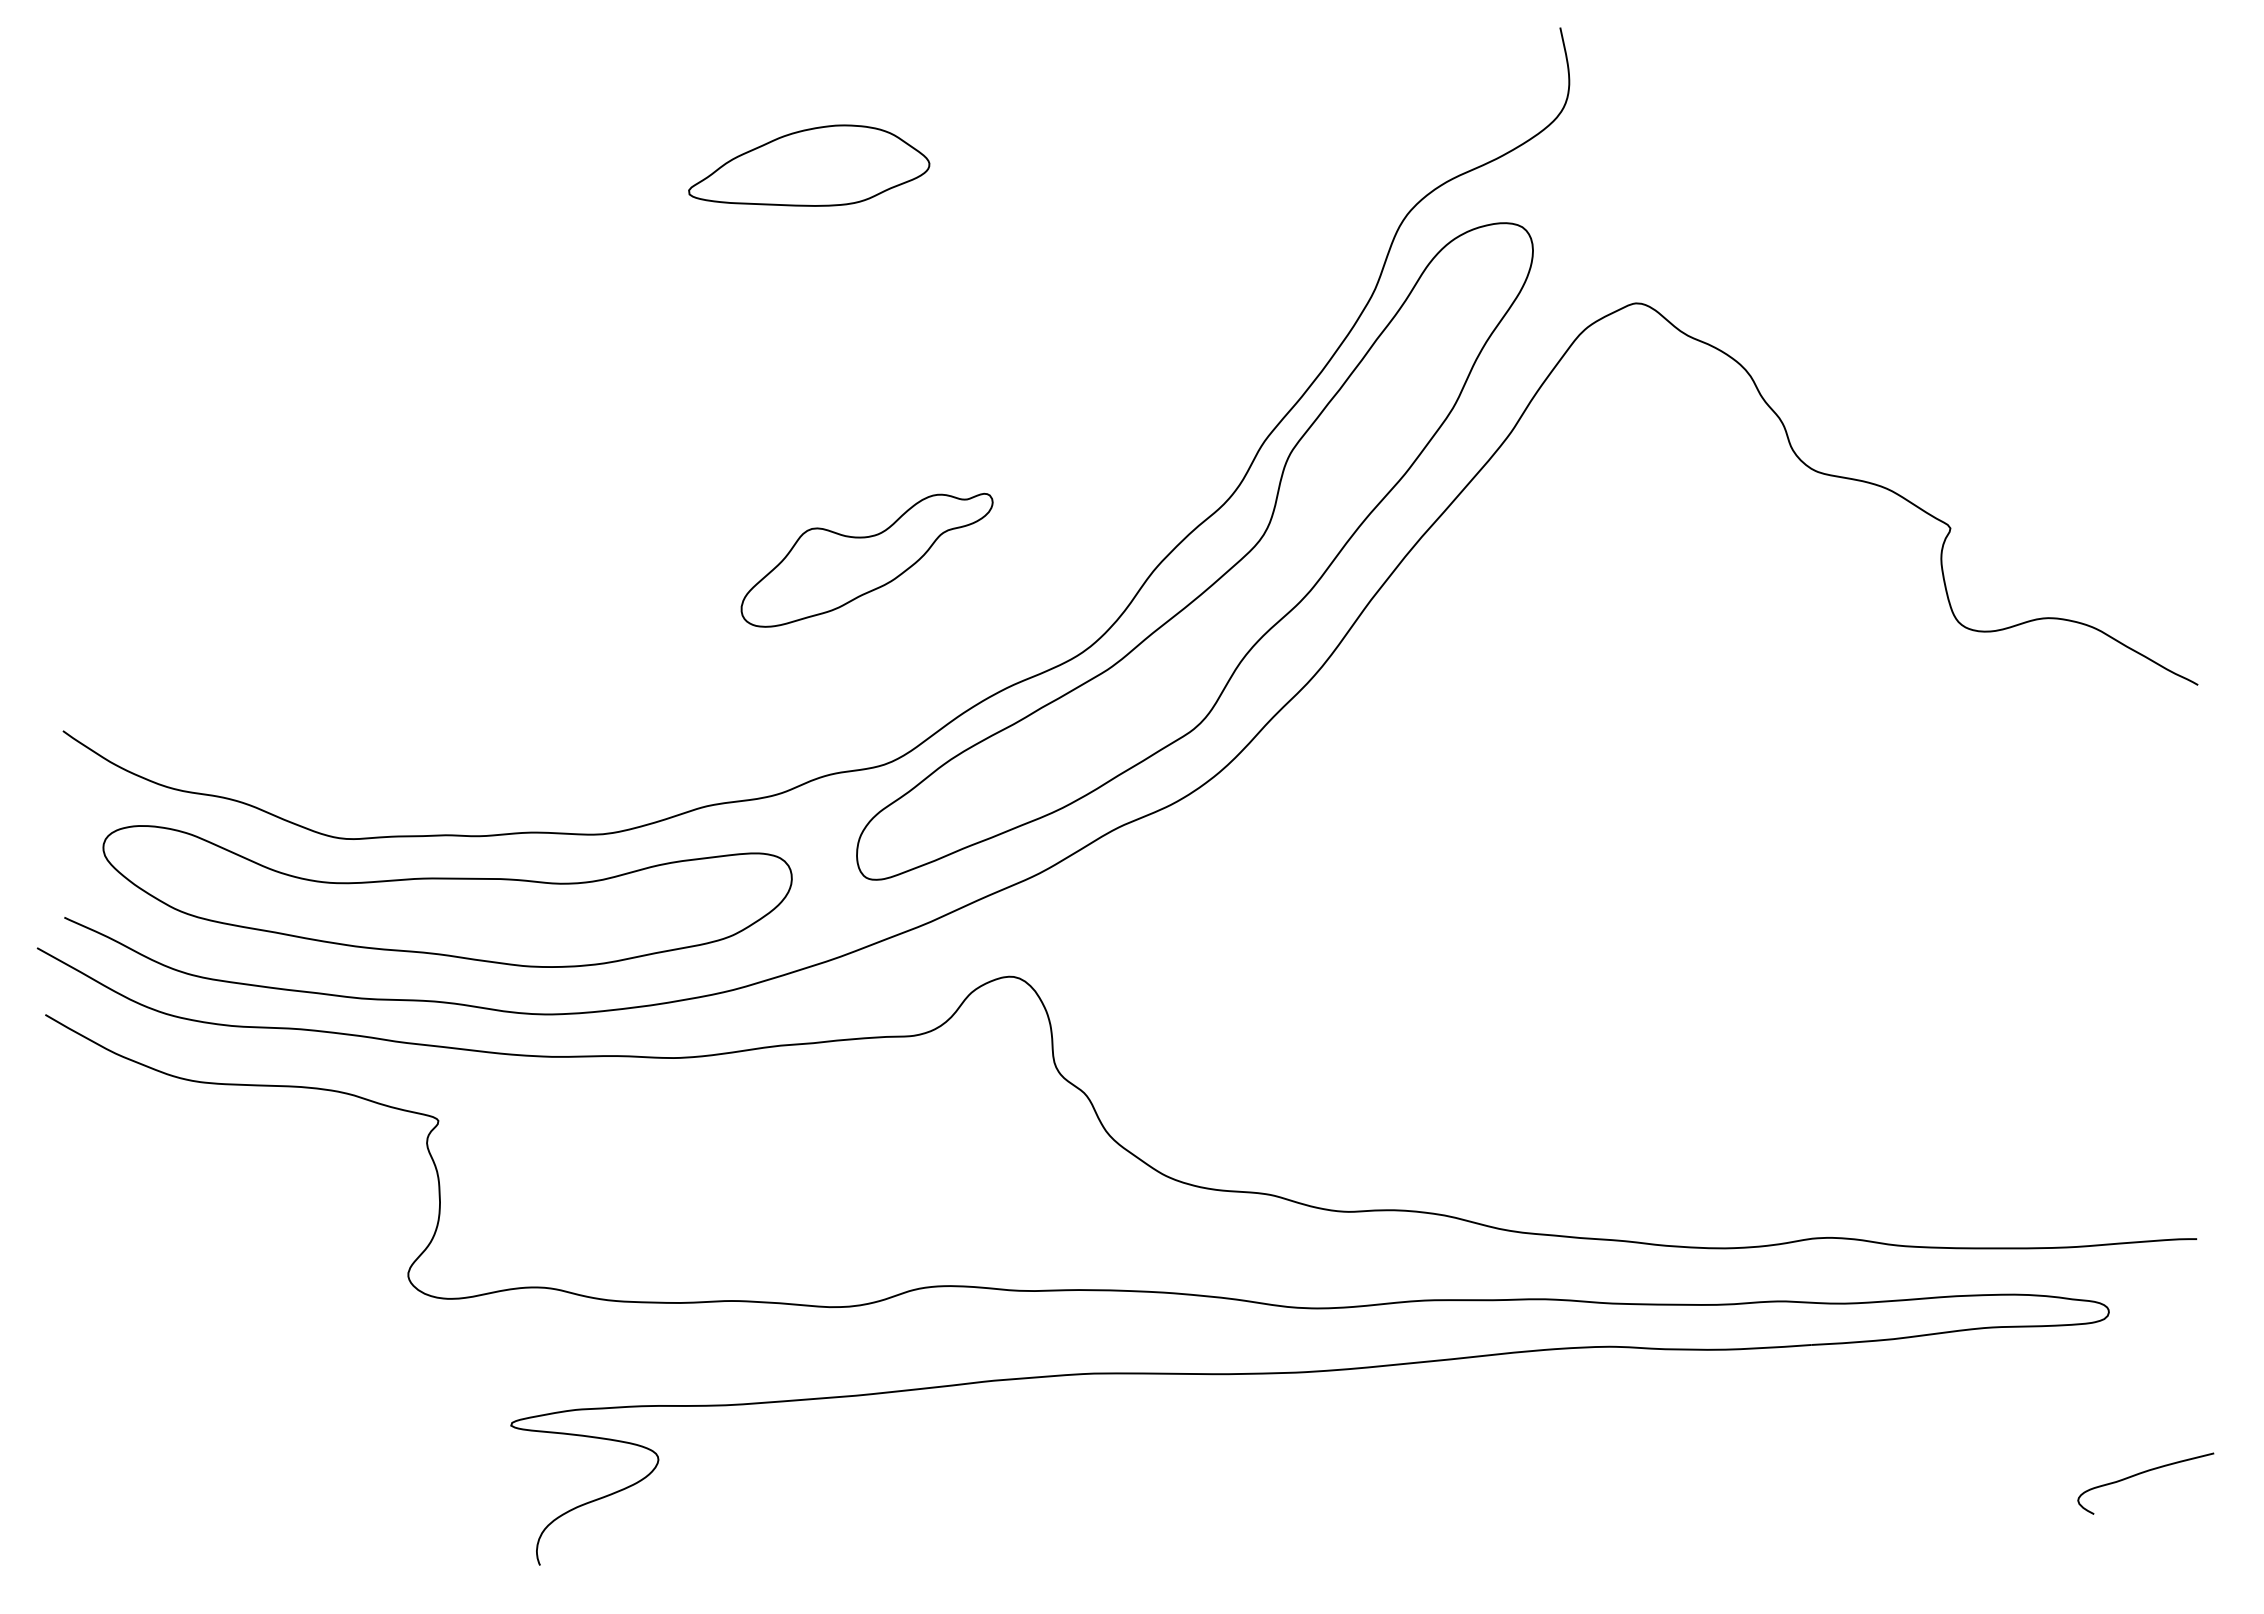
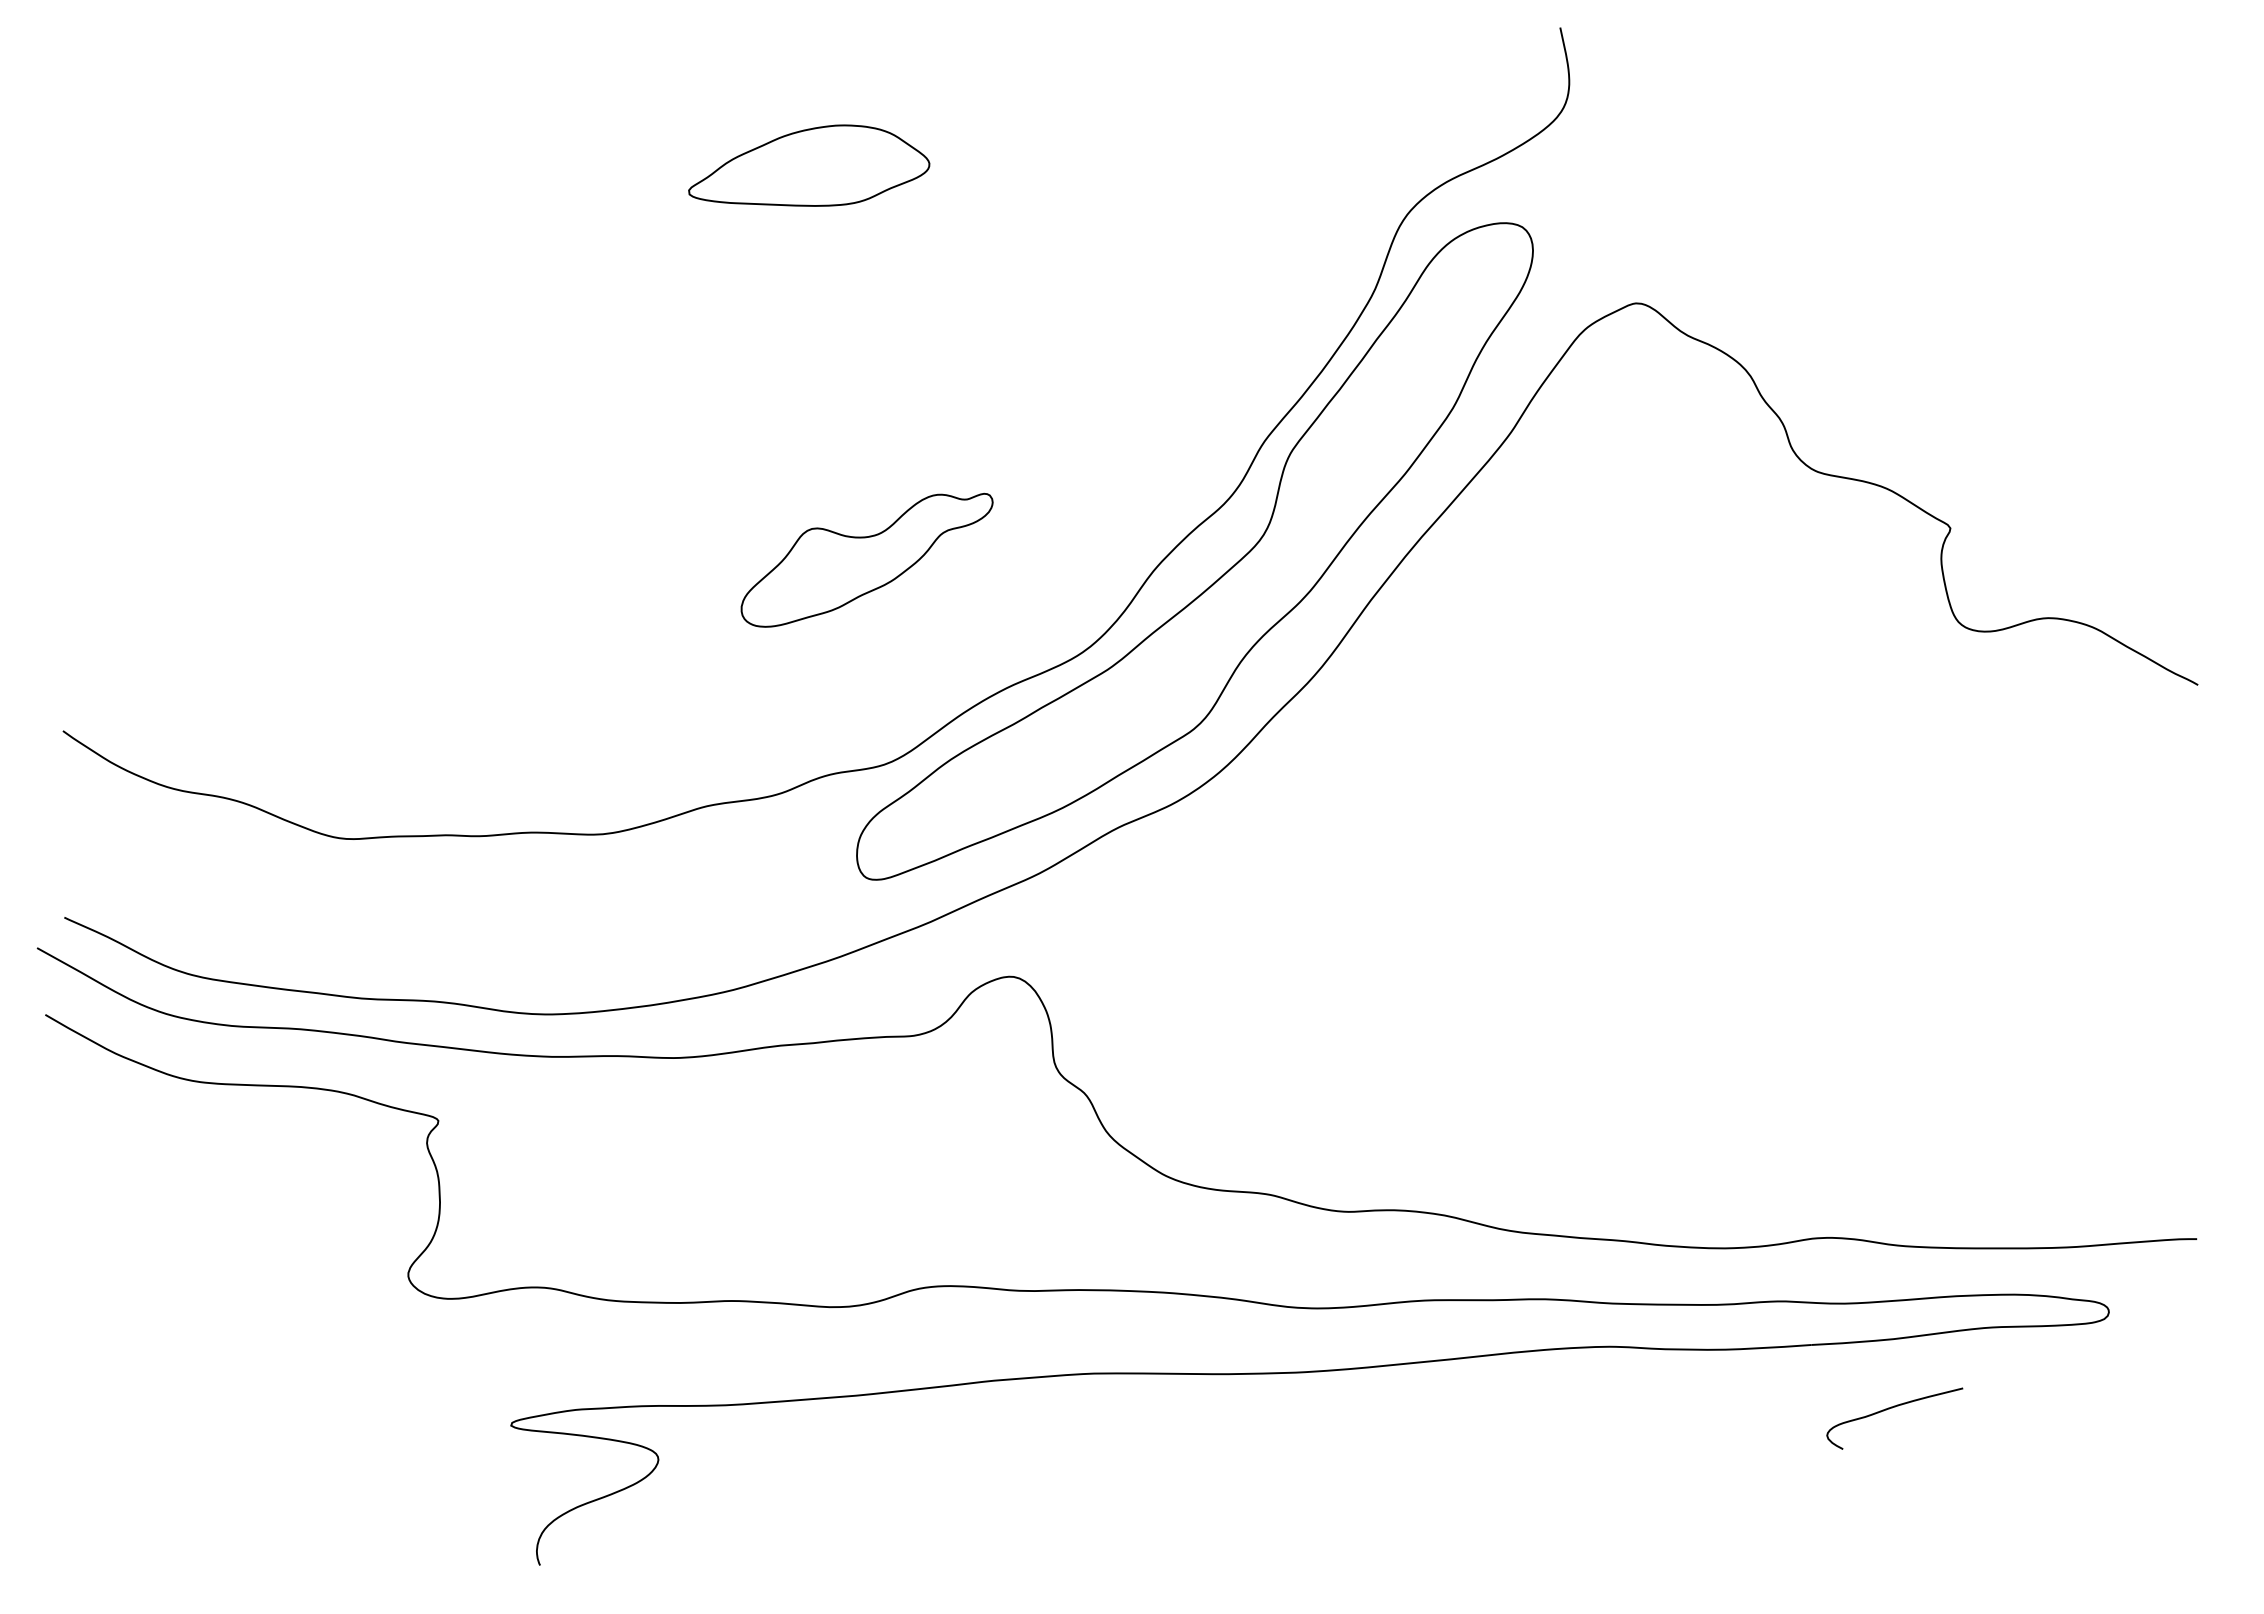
part at (447, 896): present -> none
curve at (2143, 1473) position: (2143, 1473) -> (1892, 1408)
